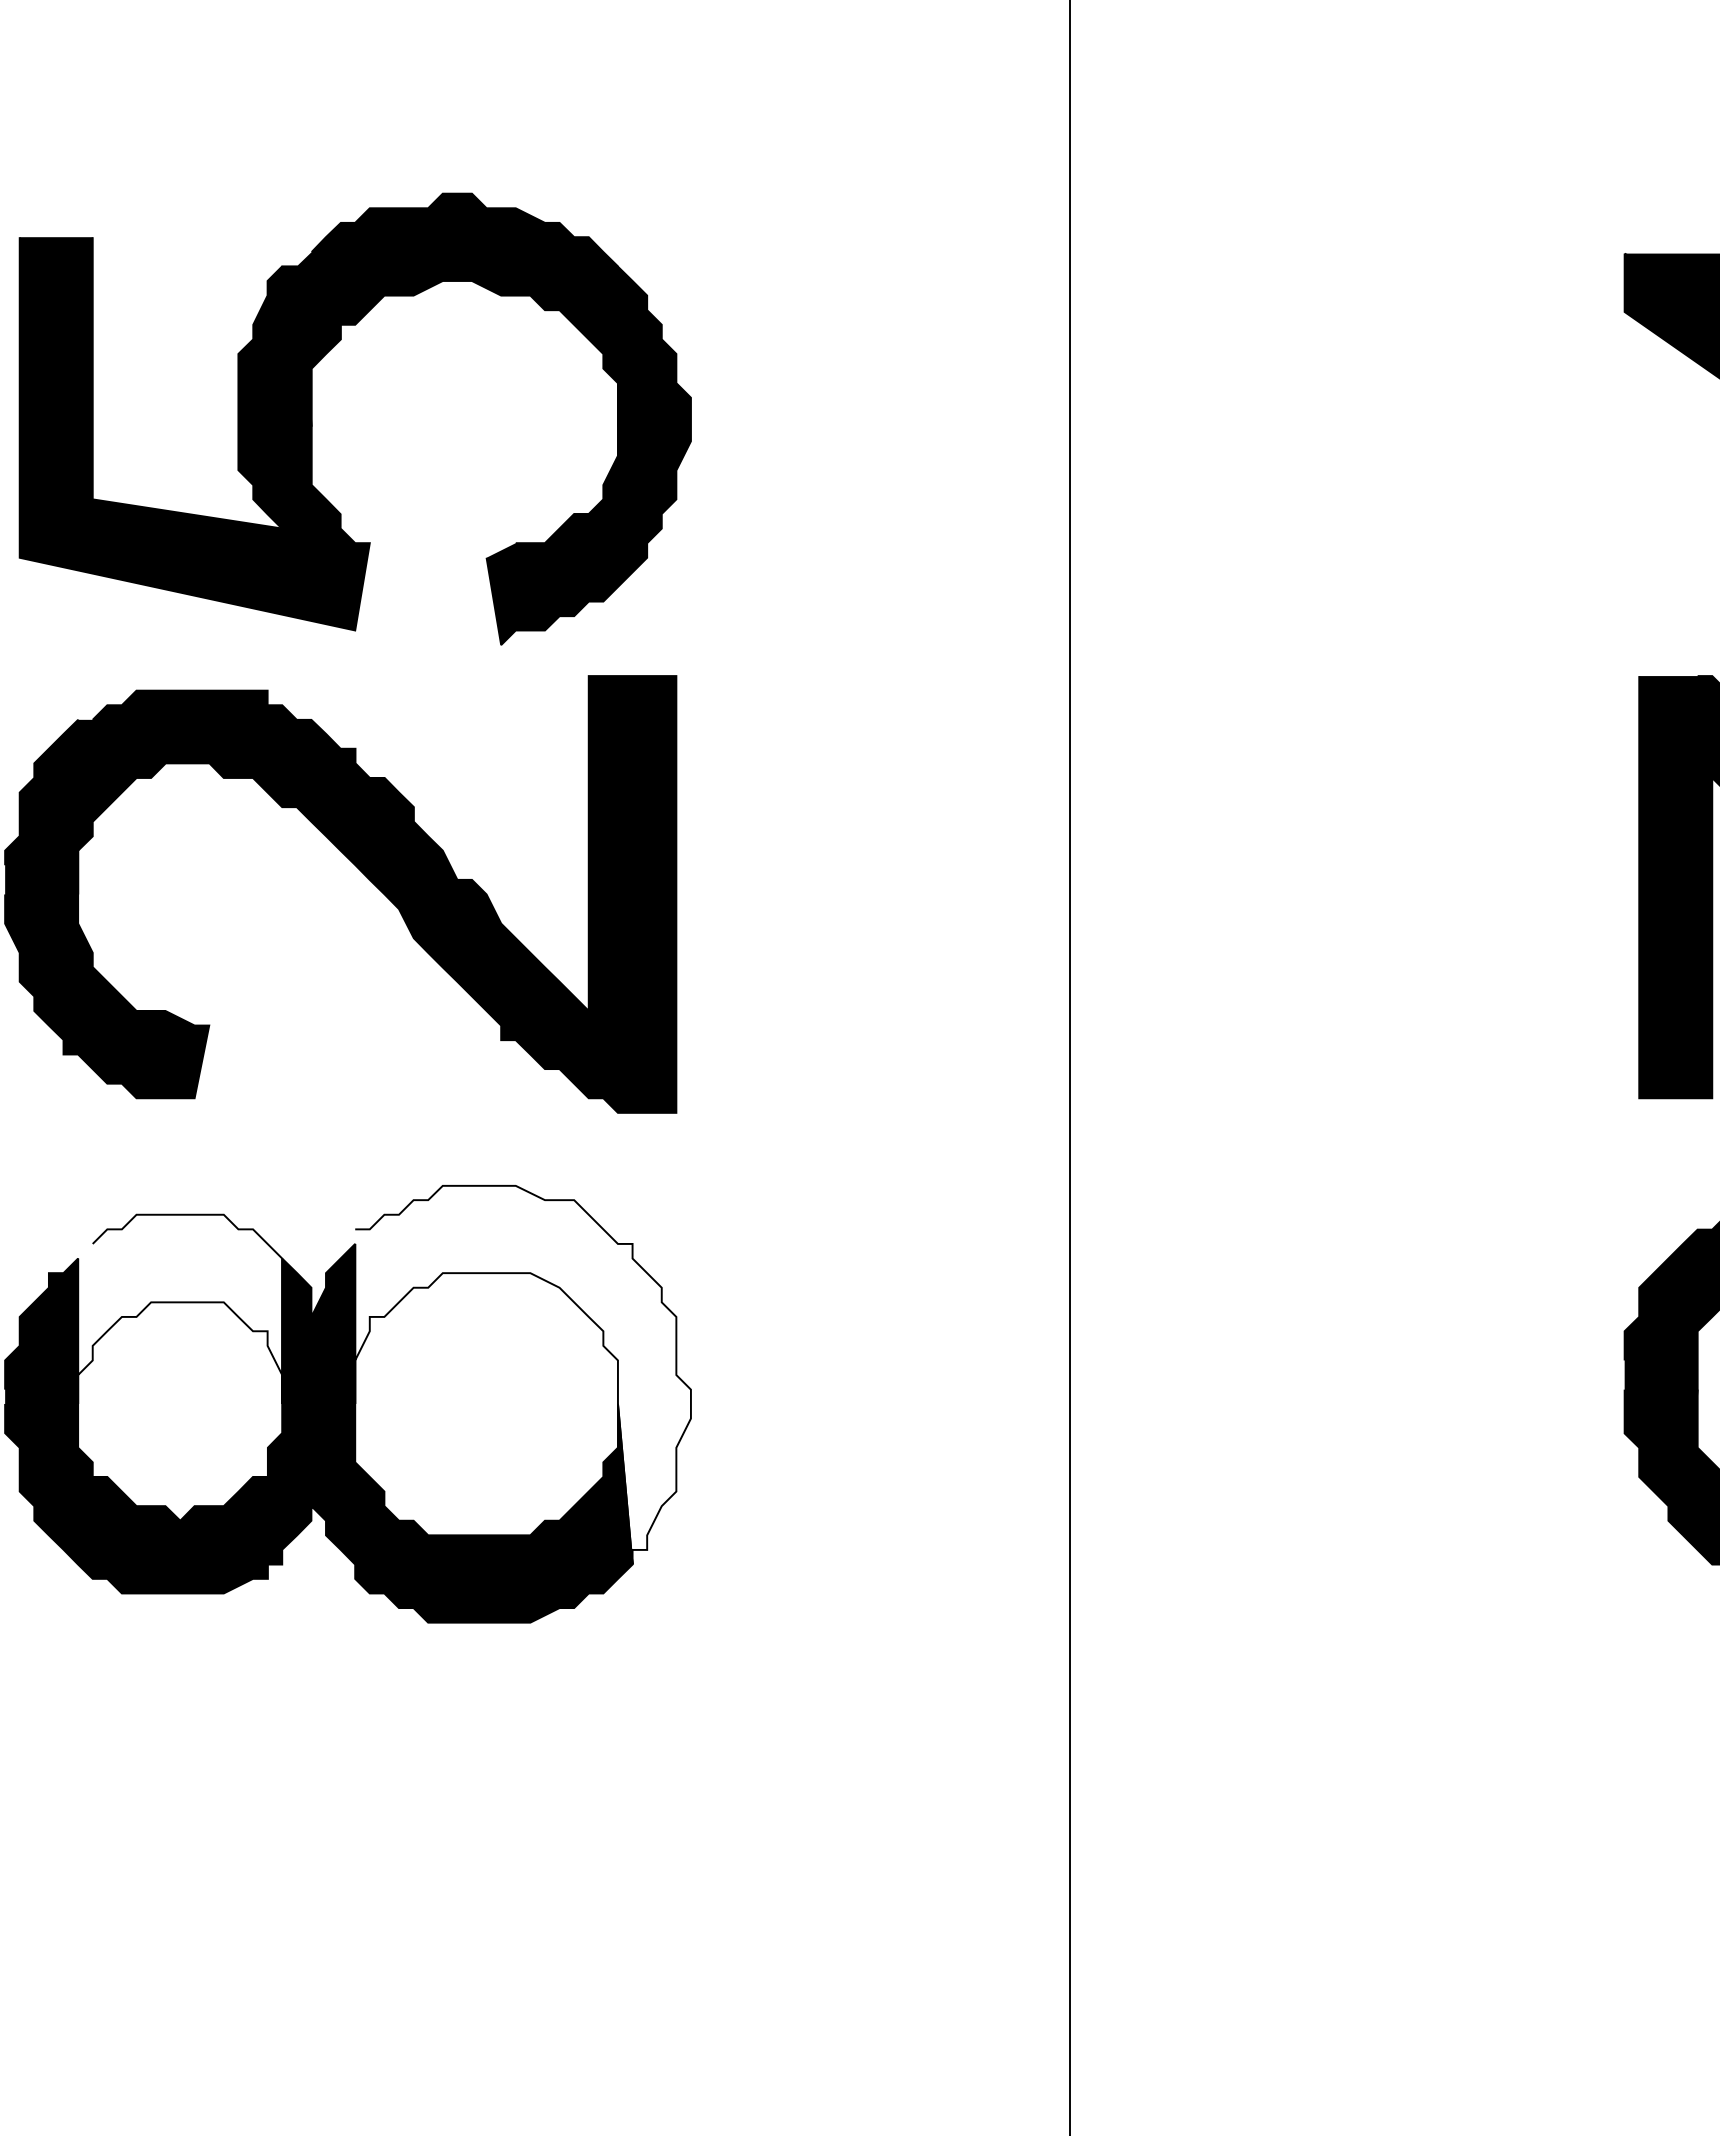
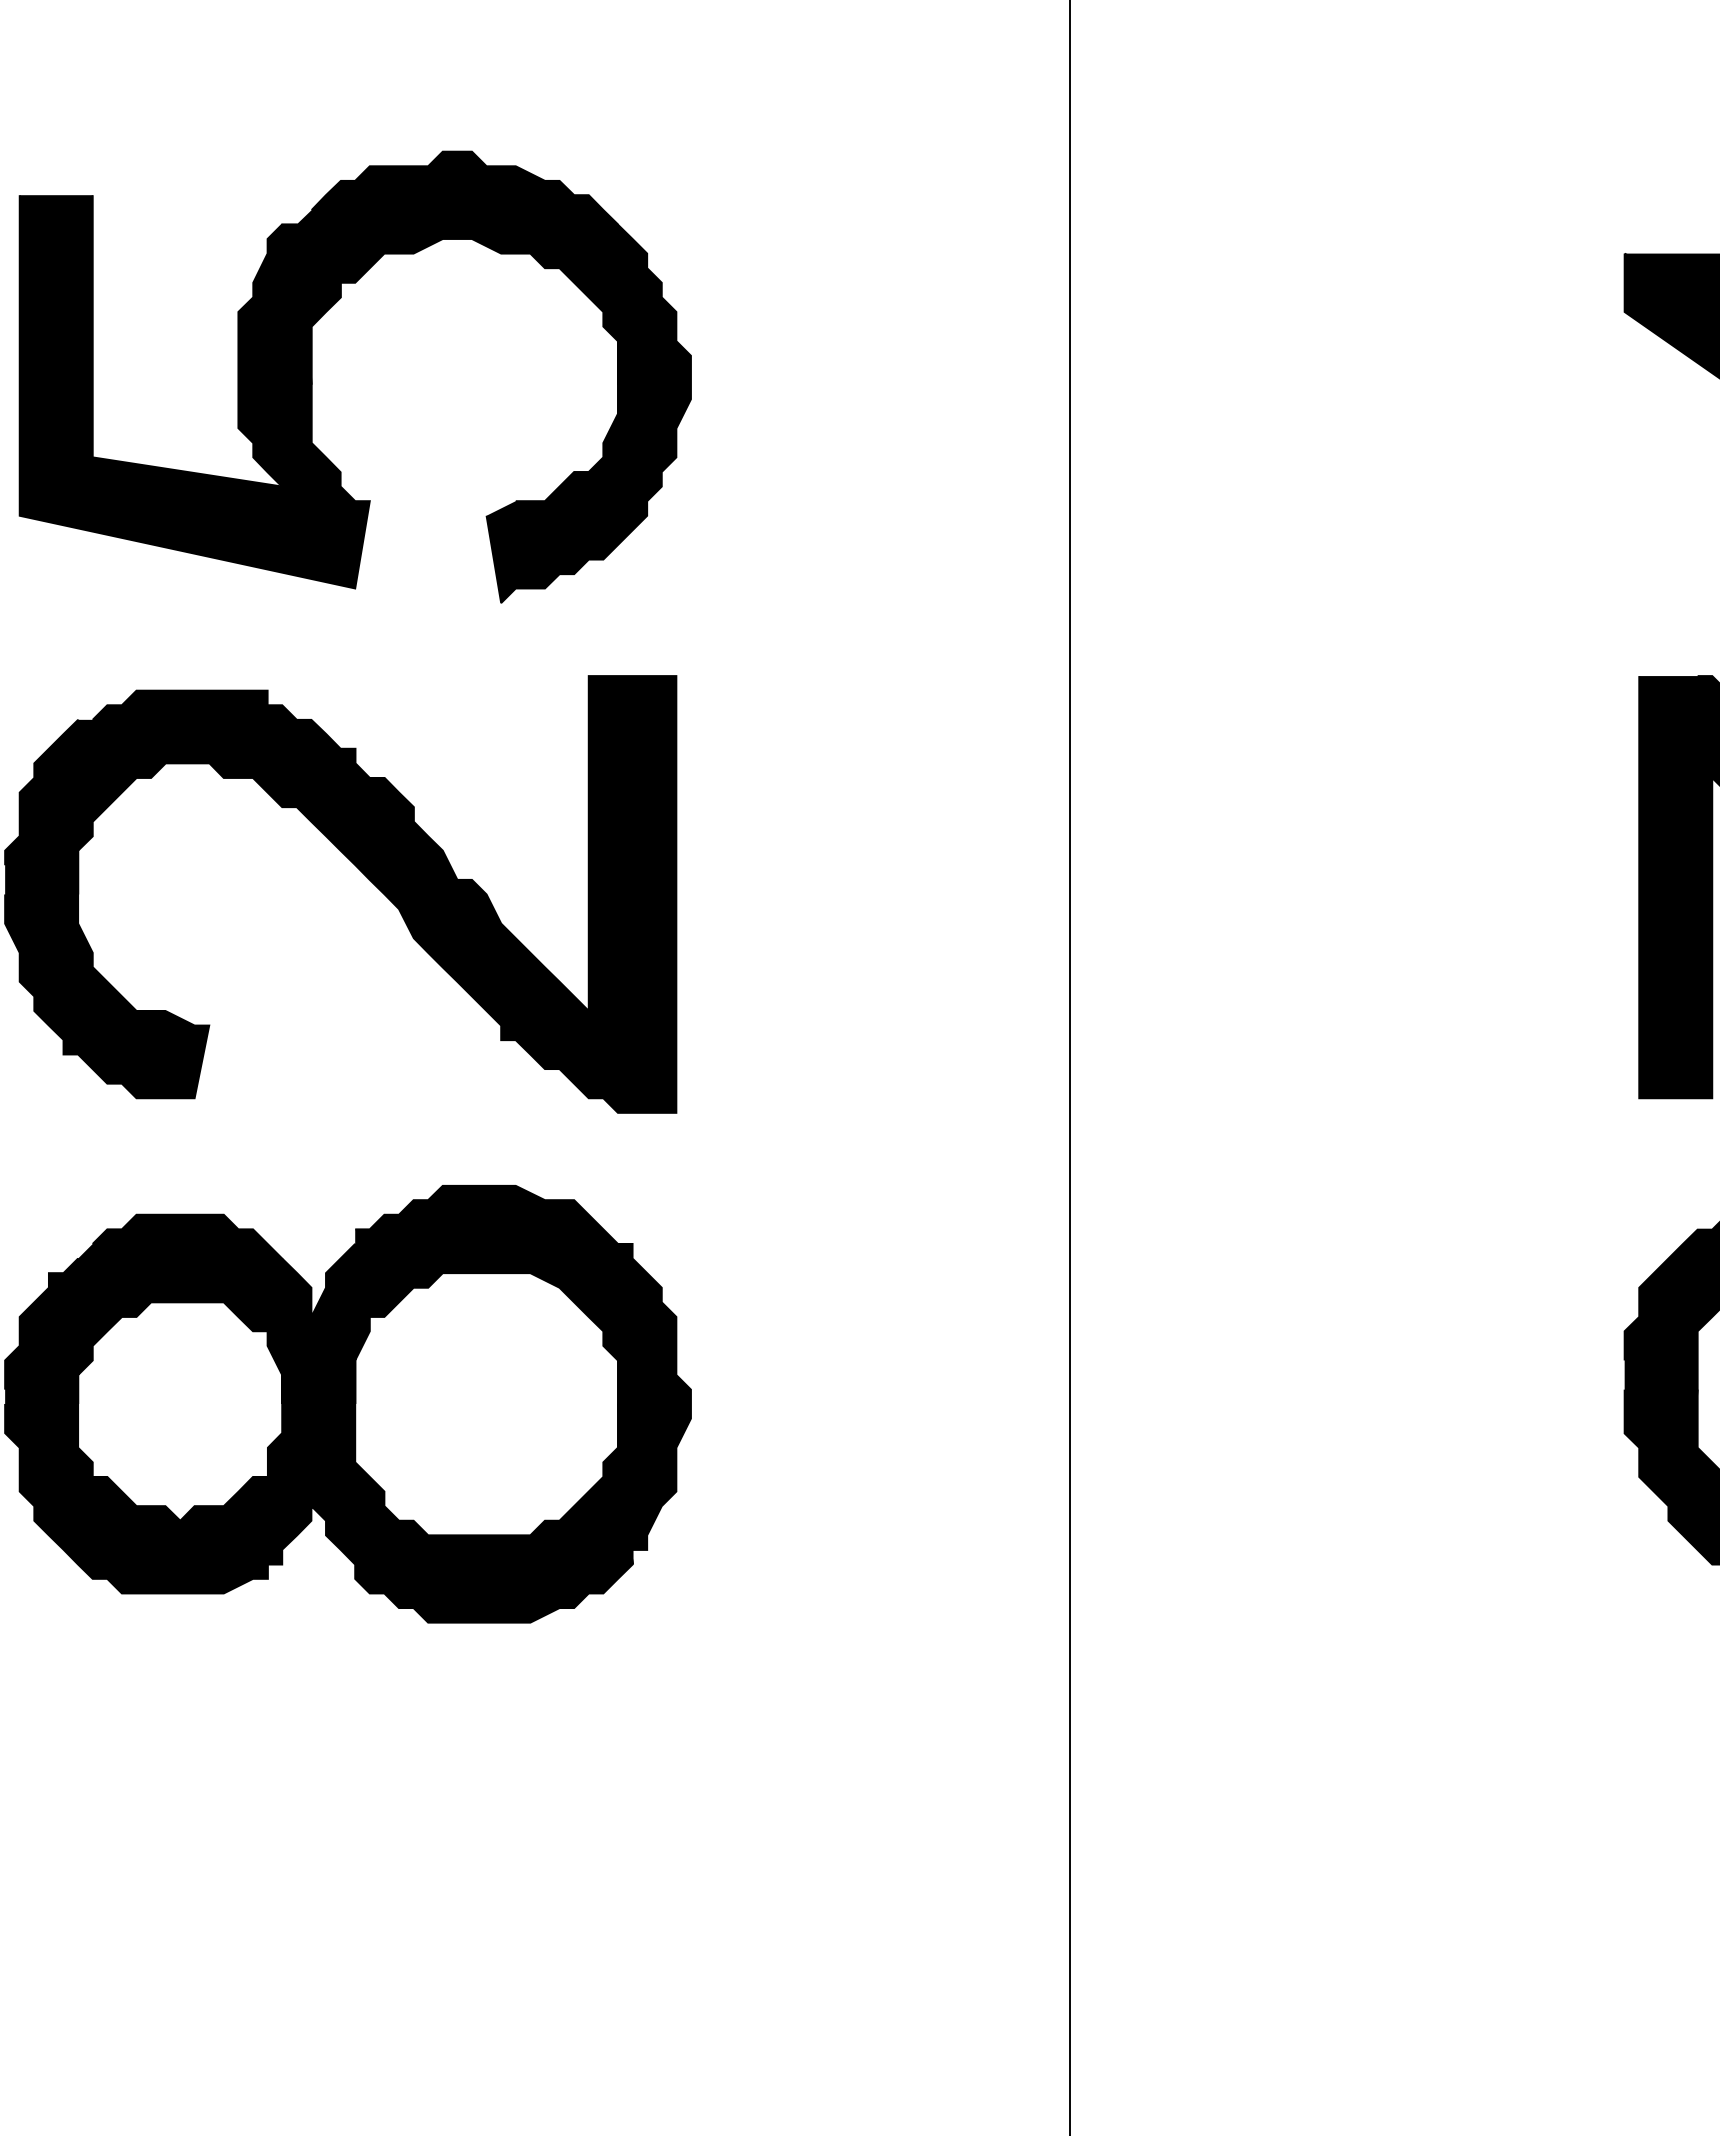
part at (312, 418) position: (312, 418) -> (312, 376)
fill at (180, 1308): none -> present
fill at (522, 1374): none -> present
